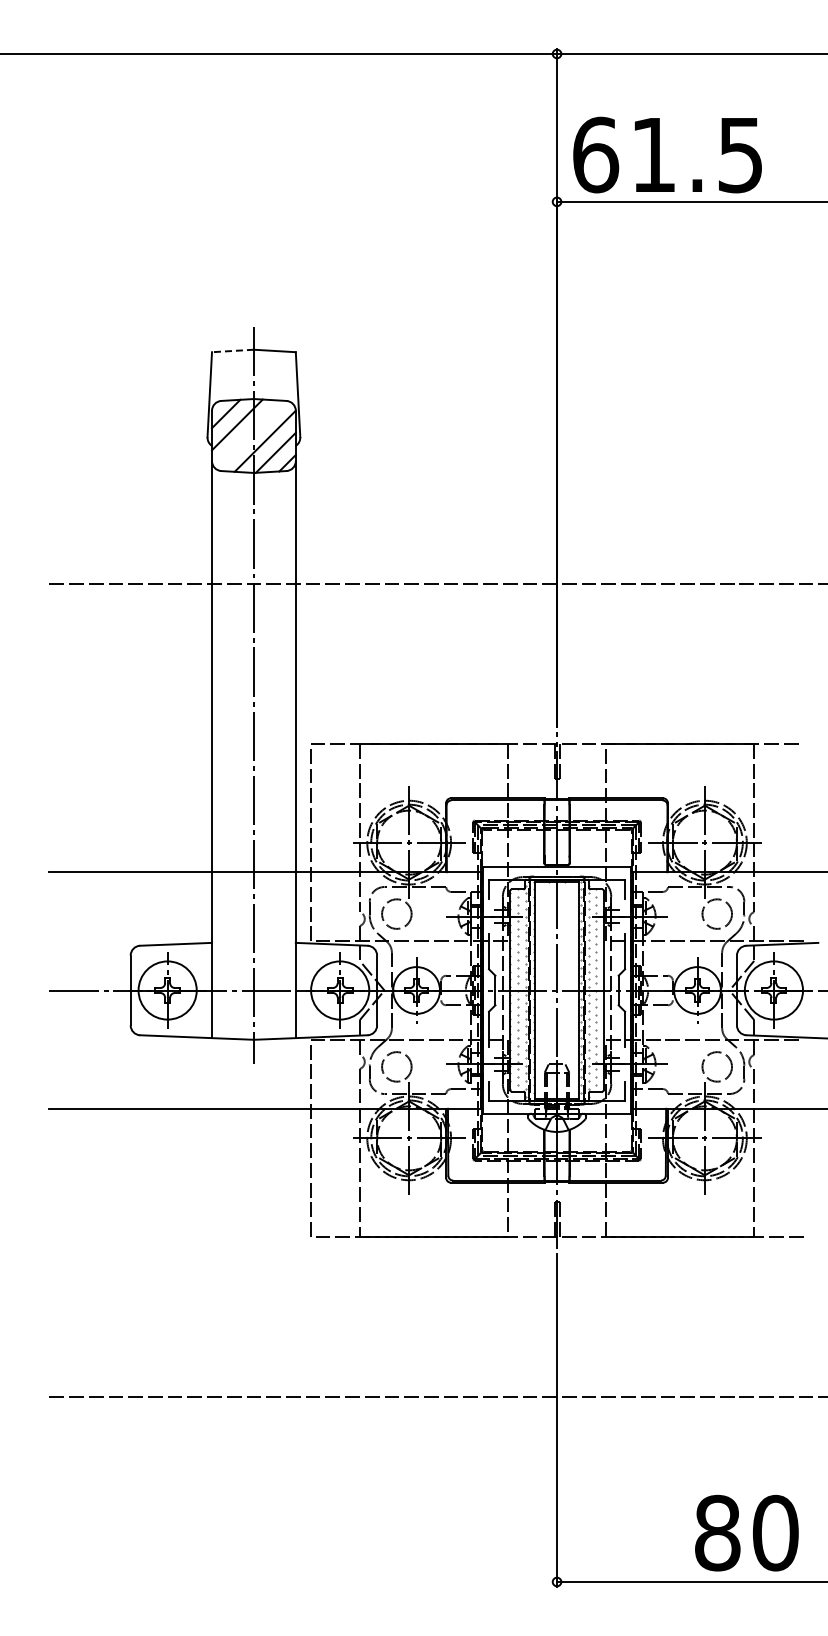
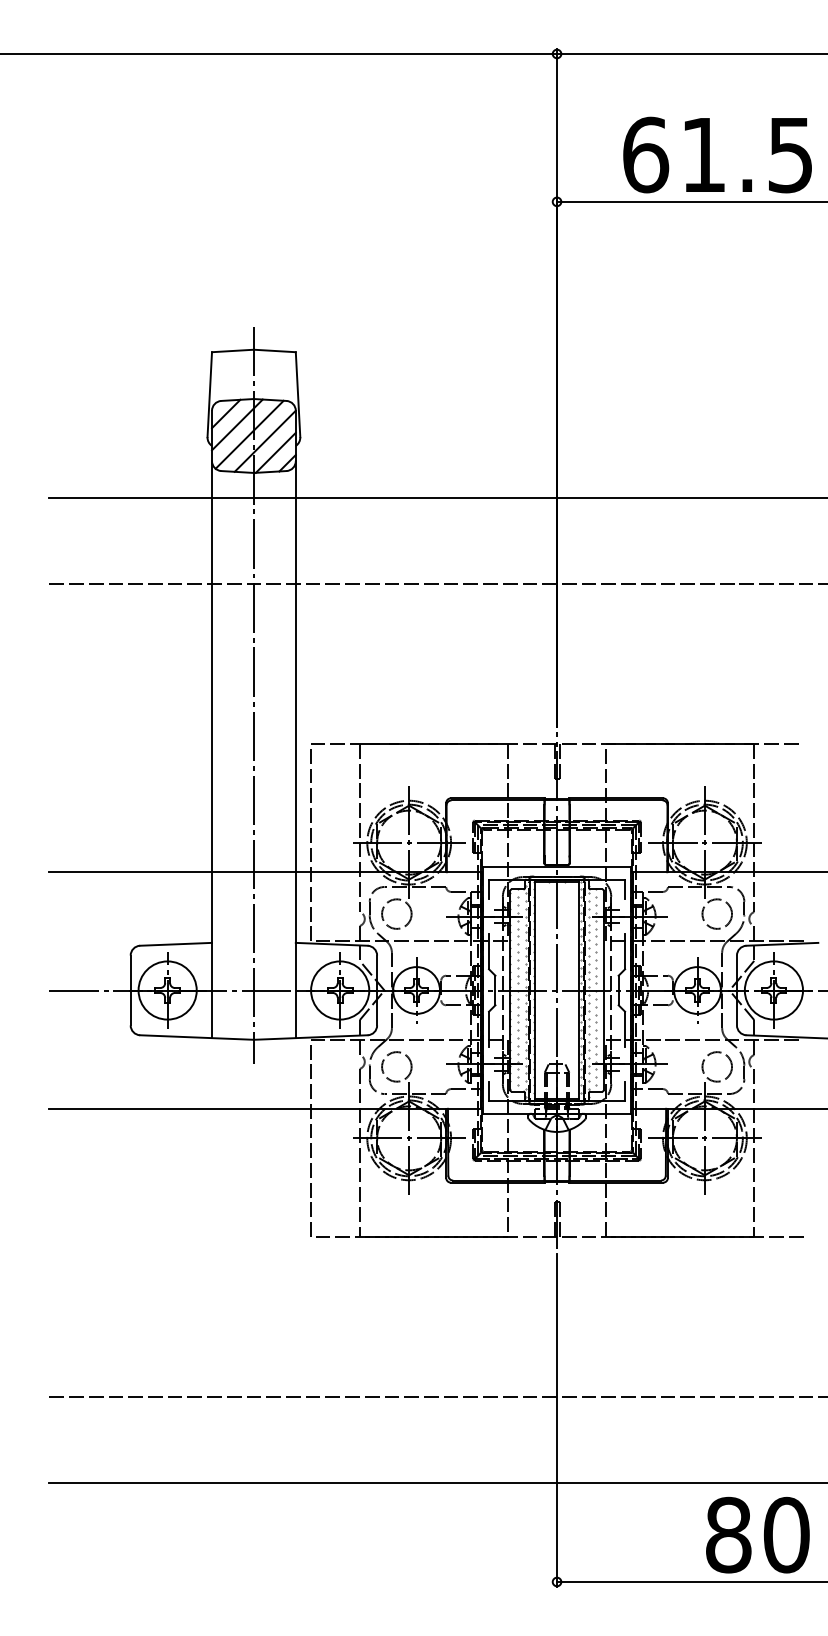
text at (667, 154) position: (667, 154) -> (717, 154)
line at (232, 350): dashed -> solid
line at (249, 434): none -> present
line at (436, 497): none -> present
line at (436, 1483): none -> present
text at (746, 1532) position: (746, 1532) -> (757, 1534)
